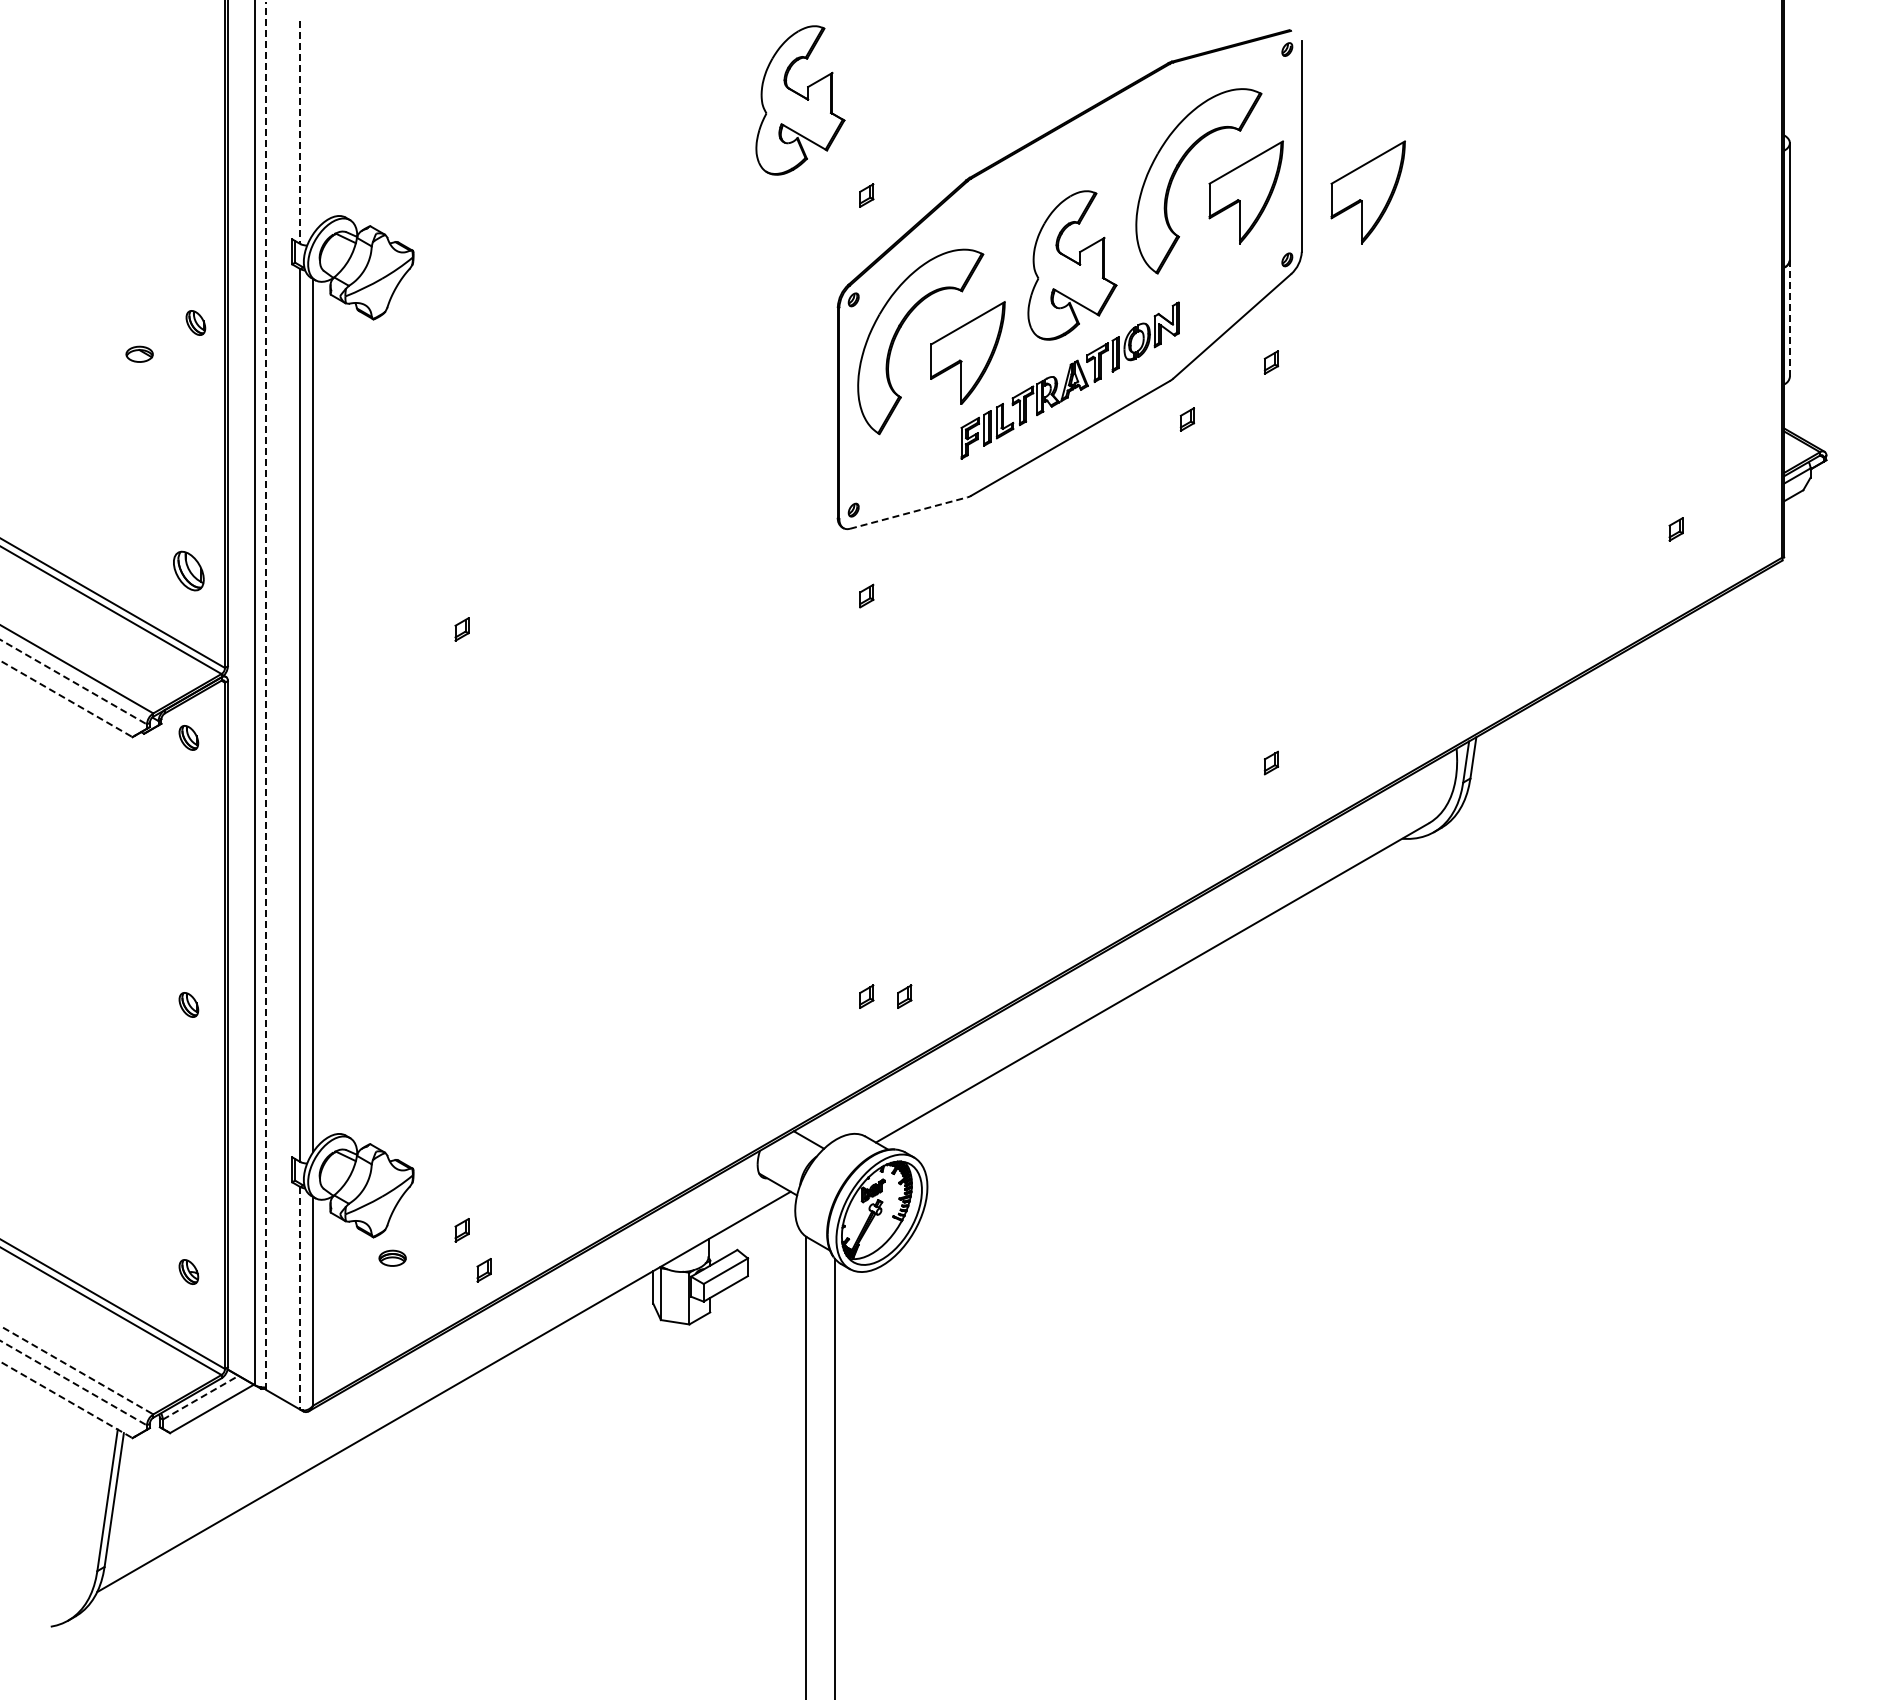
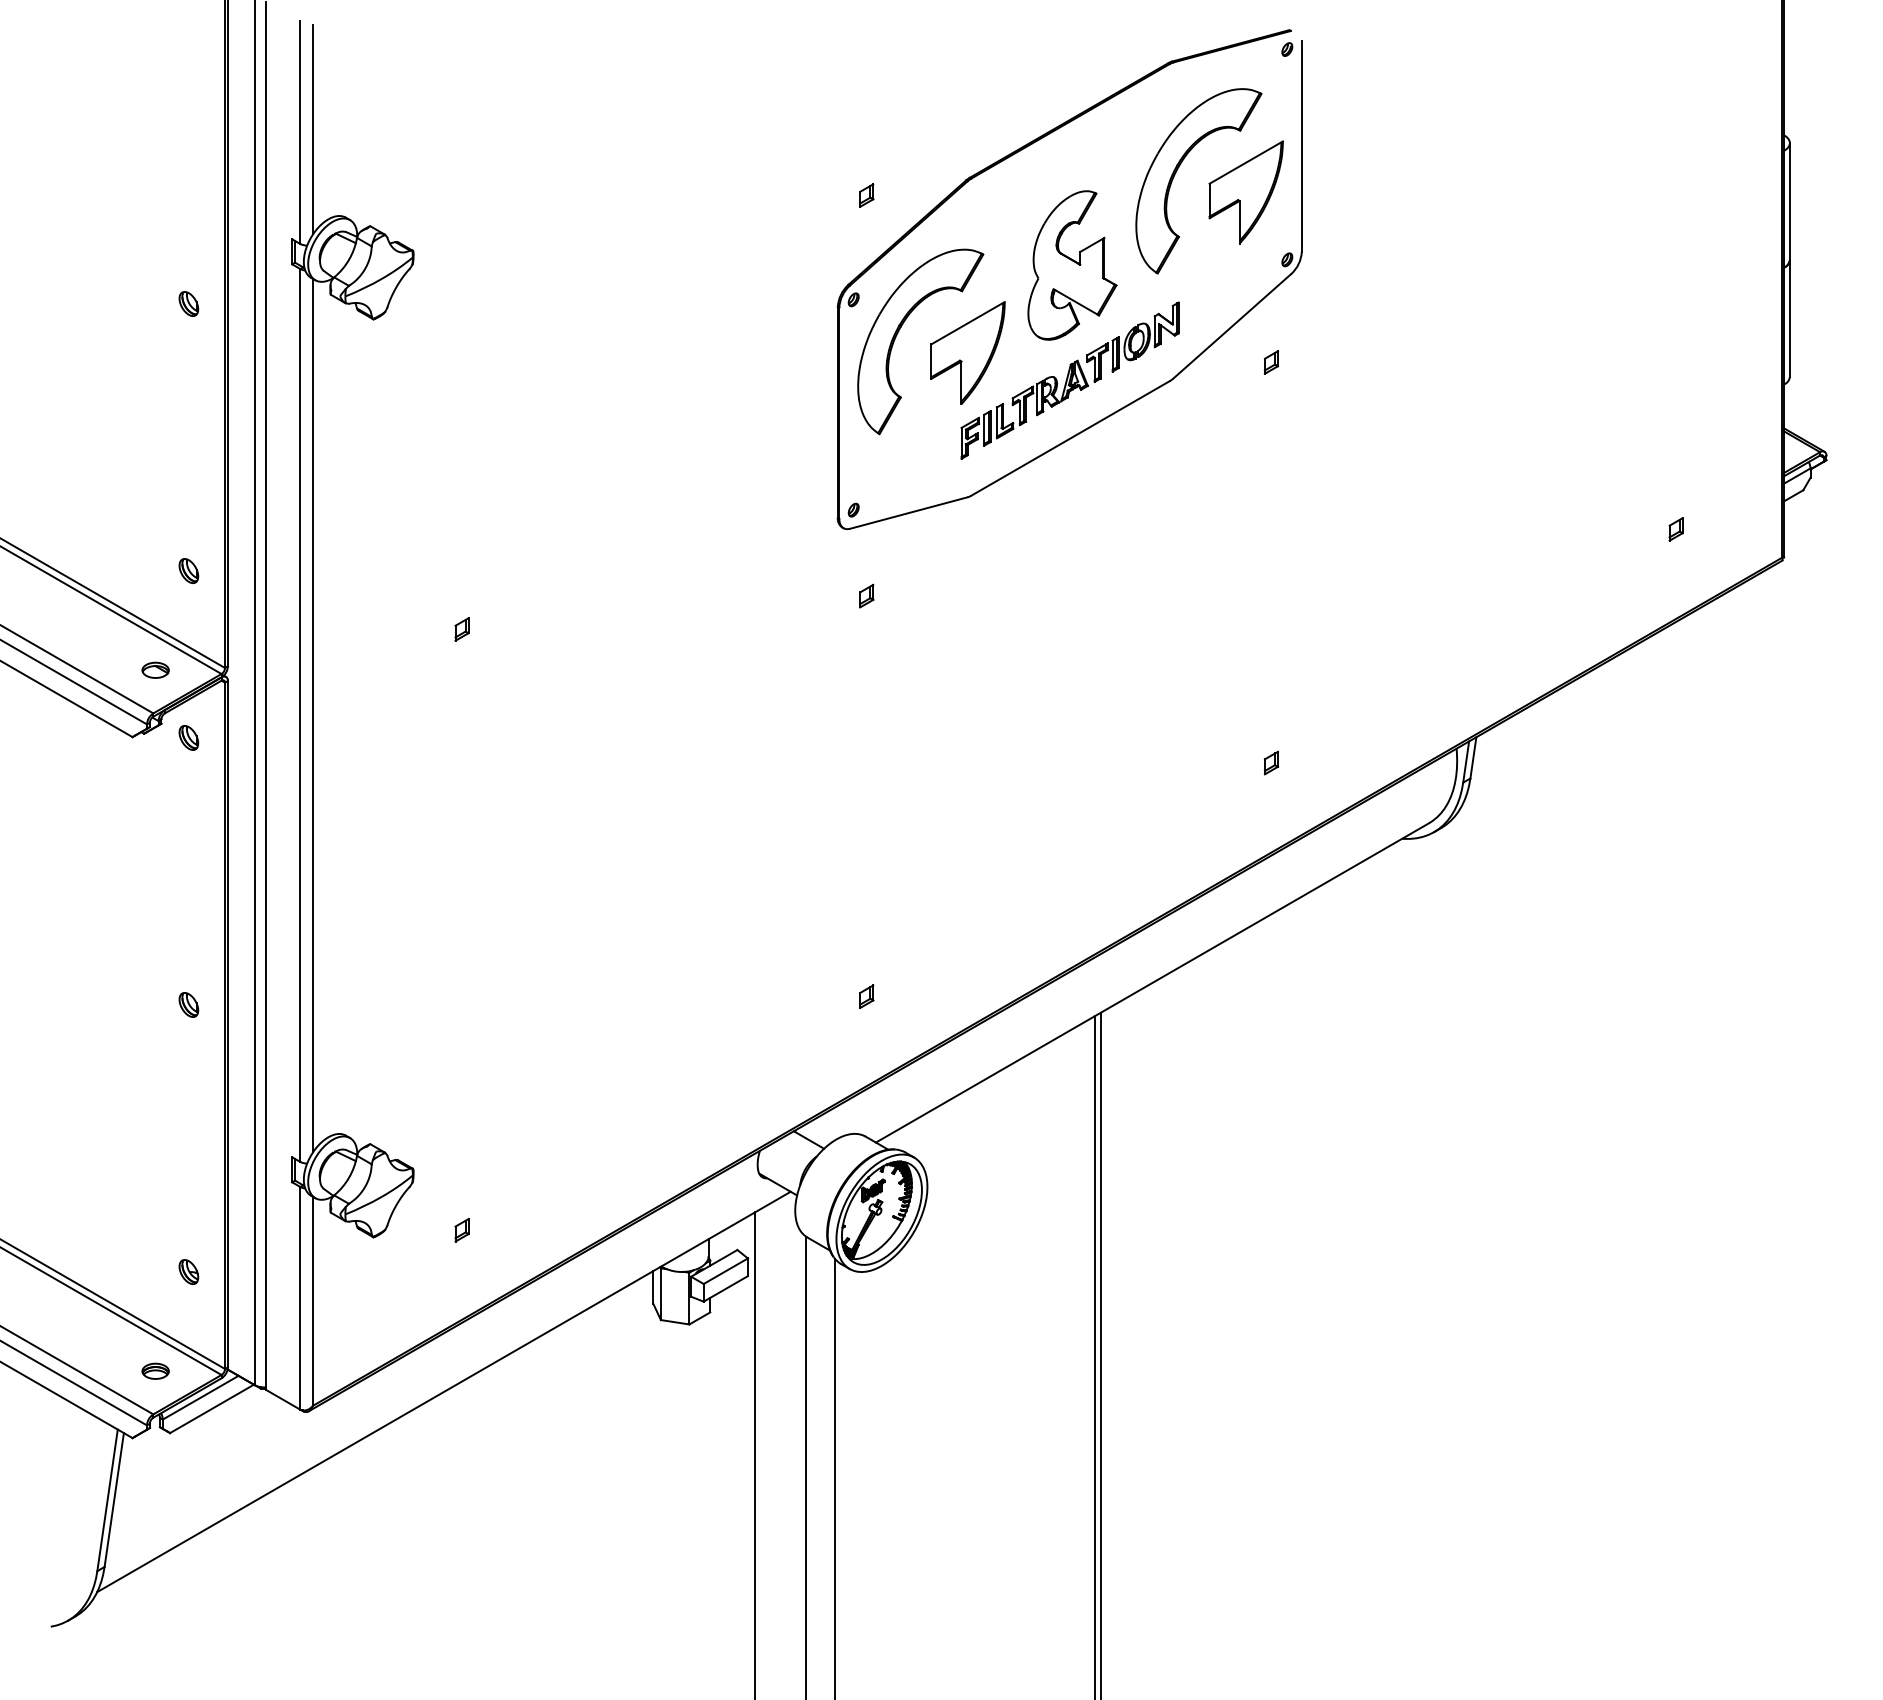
part at (800, 100): present -> none
line at (313, 129): none -> present
line at (300, 133): dashed -> solid
part at (1367, 192): present -> none
line at (1789, 317): dashed -> solid
part at (195, 322) position: (195, 322) -> (188, 303)
part at (139, 353) position: (139, 353) -> (155, 669)
part at (1187, 419): present -> none
line at (908, 513): dashed -> solid
part at (188, 570) size: 32x42 px -> 22x26 px
line at (74, 682): dashed -> solid
line at (266, 695): dashed -> solid
line at (66, 699): dashed -> solid
part at (904, 996): present -> none
part at (392, 1257) position: (392, 1257) -> (155, 1370)
part at (483, 1270): present -> none
line at (300, 1298): dashed -> solid
line at (1101, 1354): none -> present
line at (1095, 1356): none -> present
line at (77, 1370): dashed -> solid
line at (74, 1383): dashed -> solid
line at (200, 1397): dashed -> solid
line at (66, 1400): dashed -> solid
line at (755, 1454): none -> present
